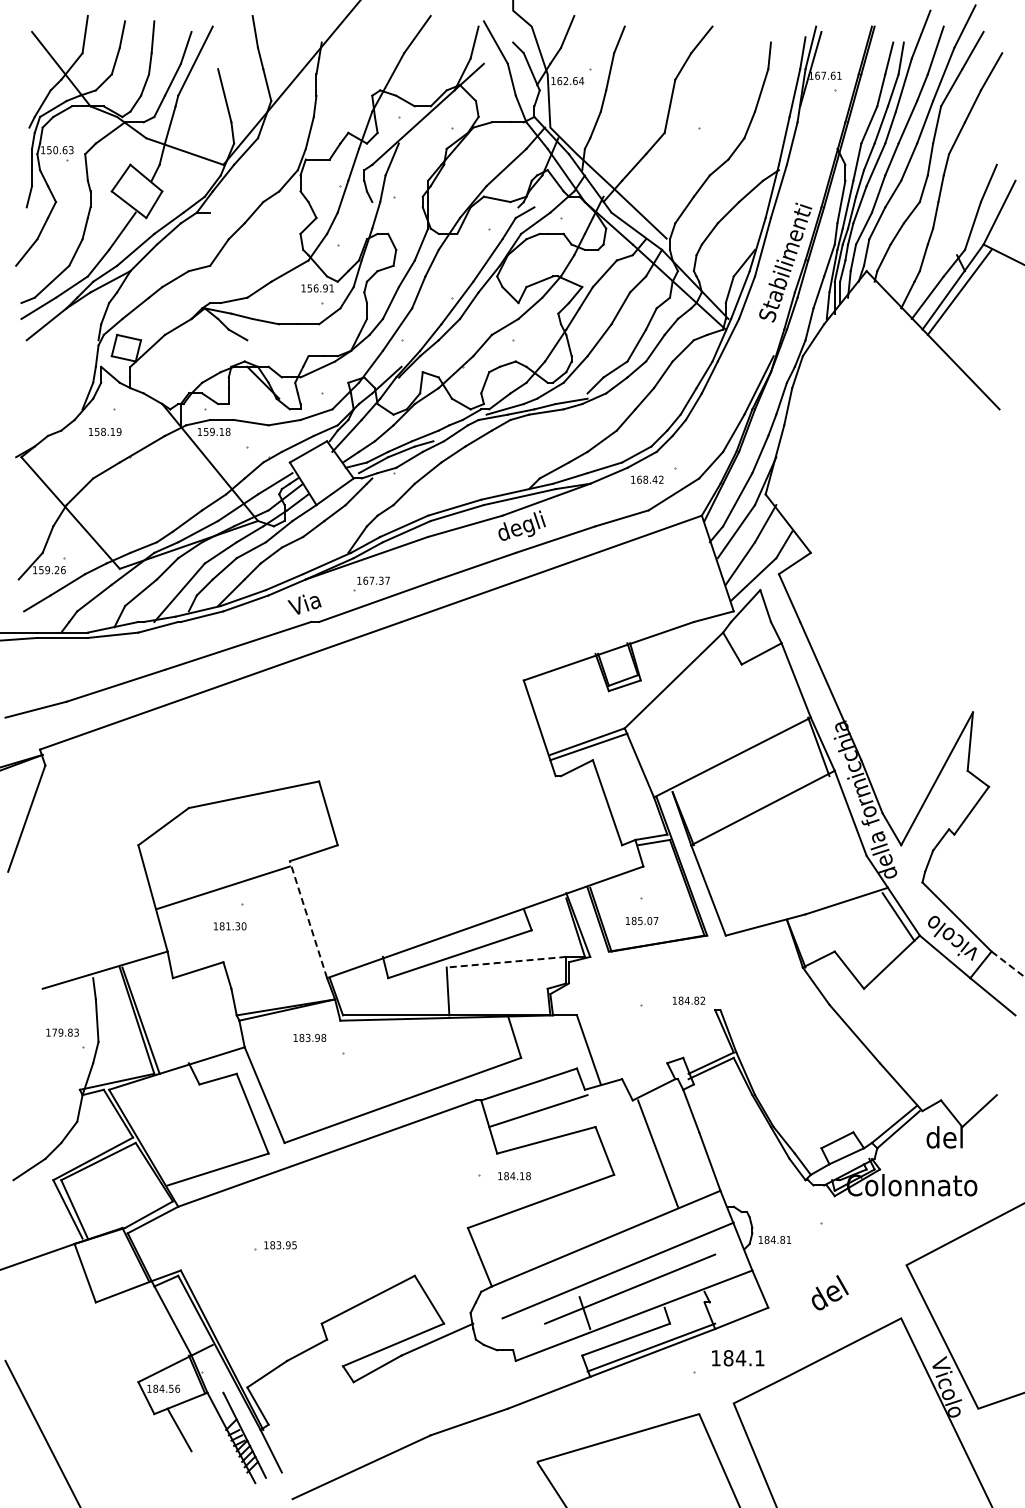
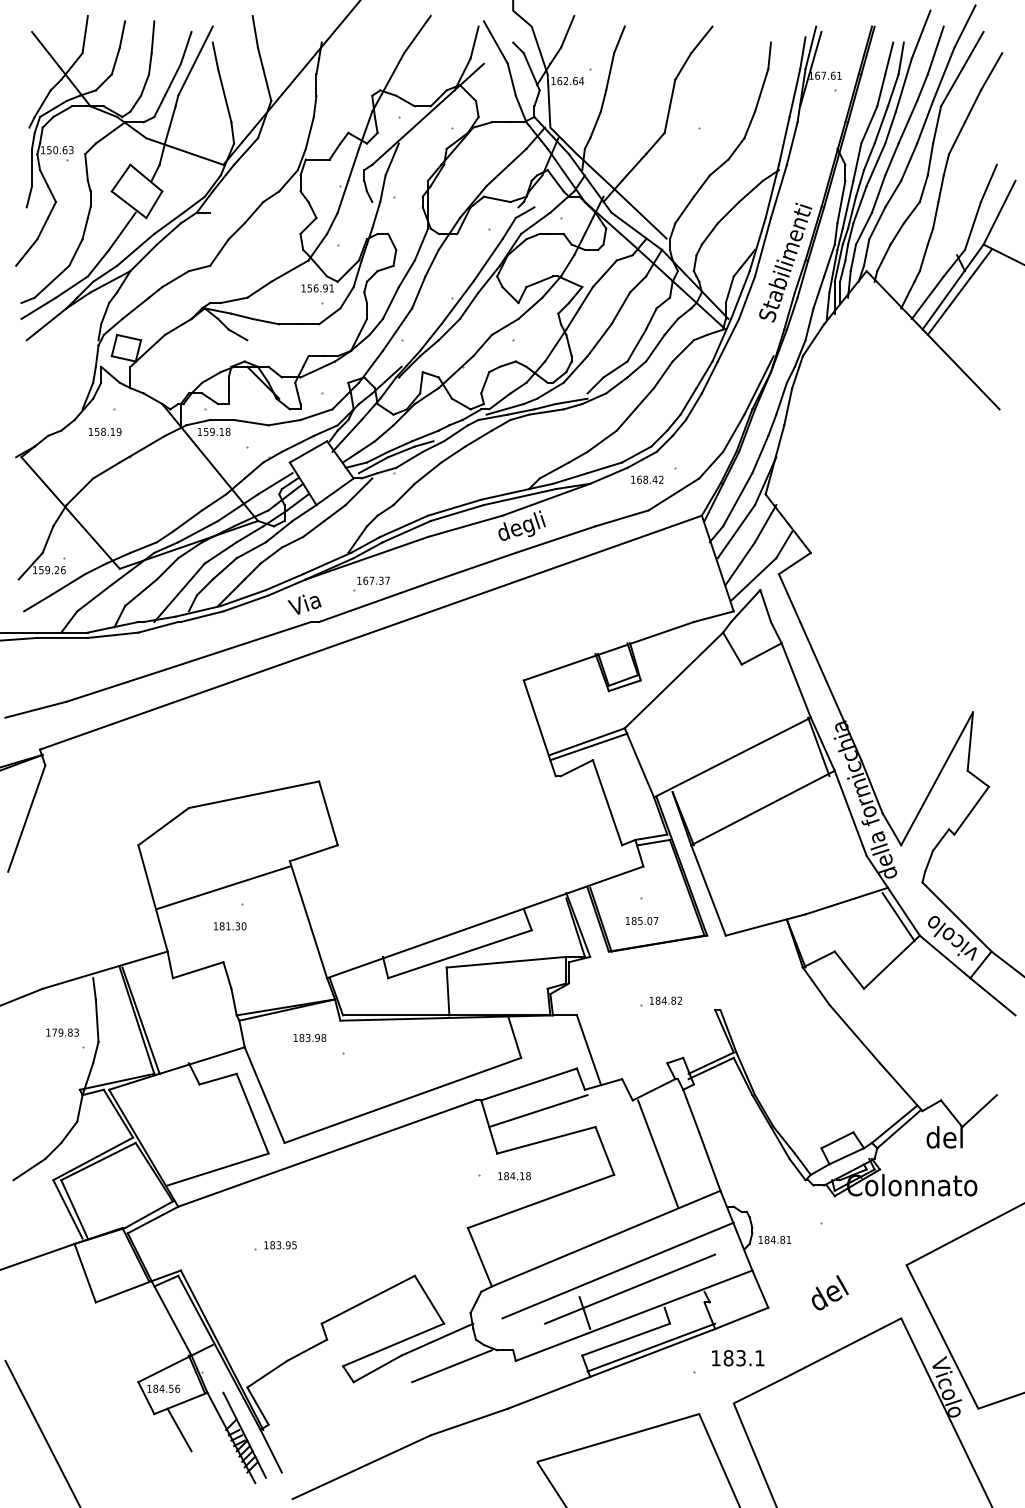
line at (215, 55): none -> present
line at (308, 919): dashed -> solid
line at (506, 962): dashed -> solid
line at (1008, 964): dashed -> solid
line at (22, 996): none -> present
text at (688, 1000) position: (688, 1000) -> (665, 1000)
text at (740, 1358): 184.1 -> 183.1
line at (451, 1366): none -> present
